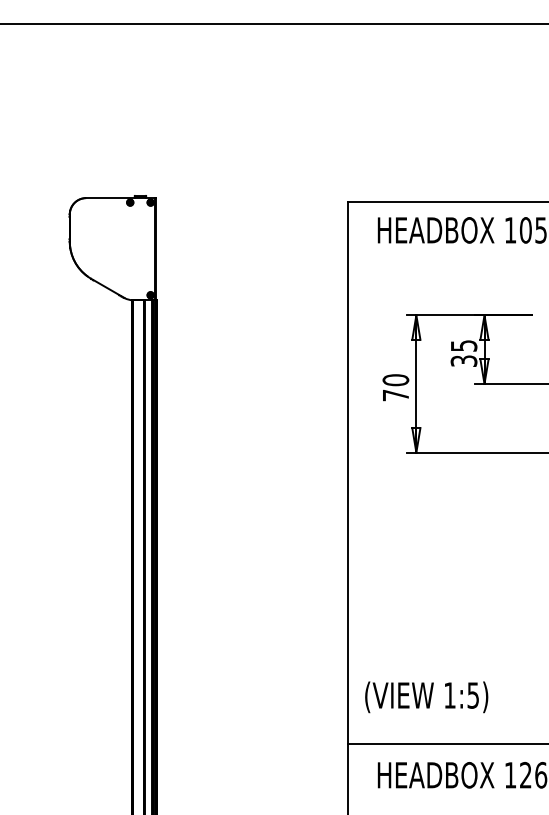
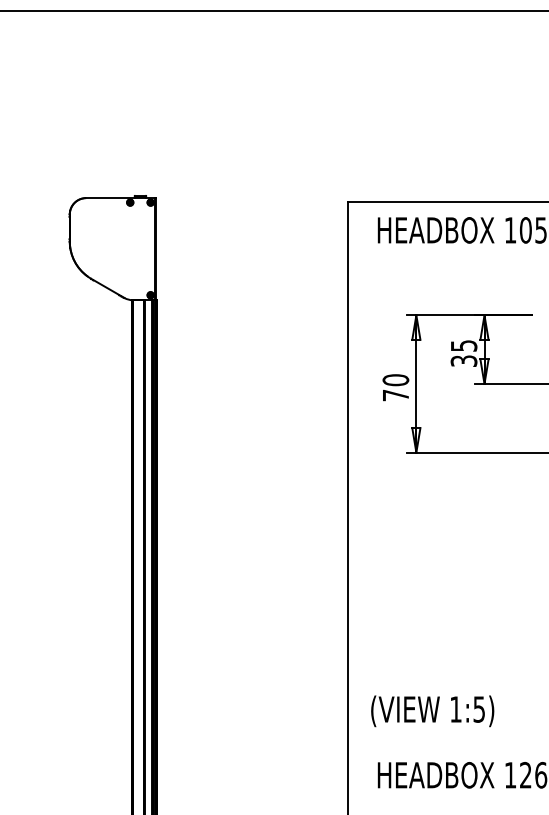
line at (273, 24) position: (273, 24) -> (273, 11)
text at (426, 697) position: (426, 697) -> (432, 711)
line at (446, 744): present -> none
